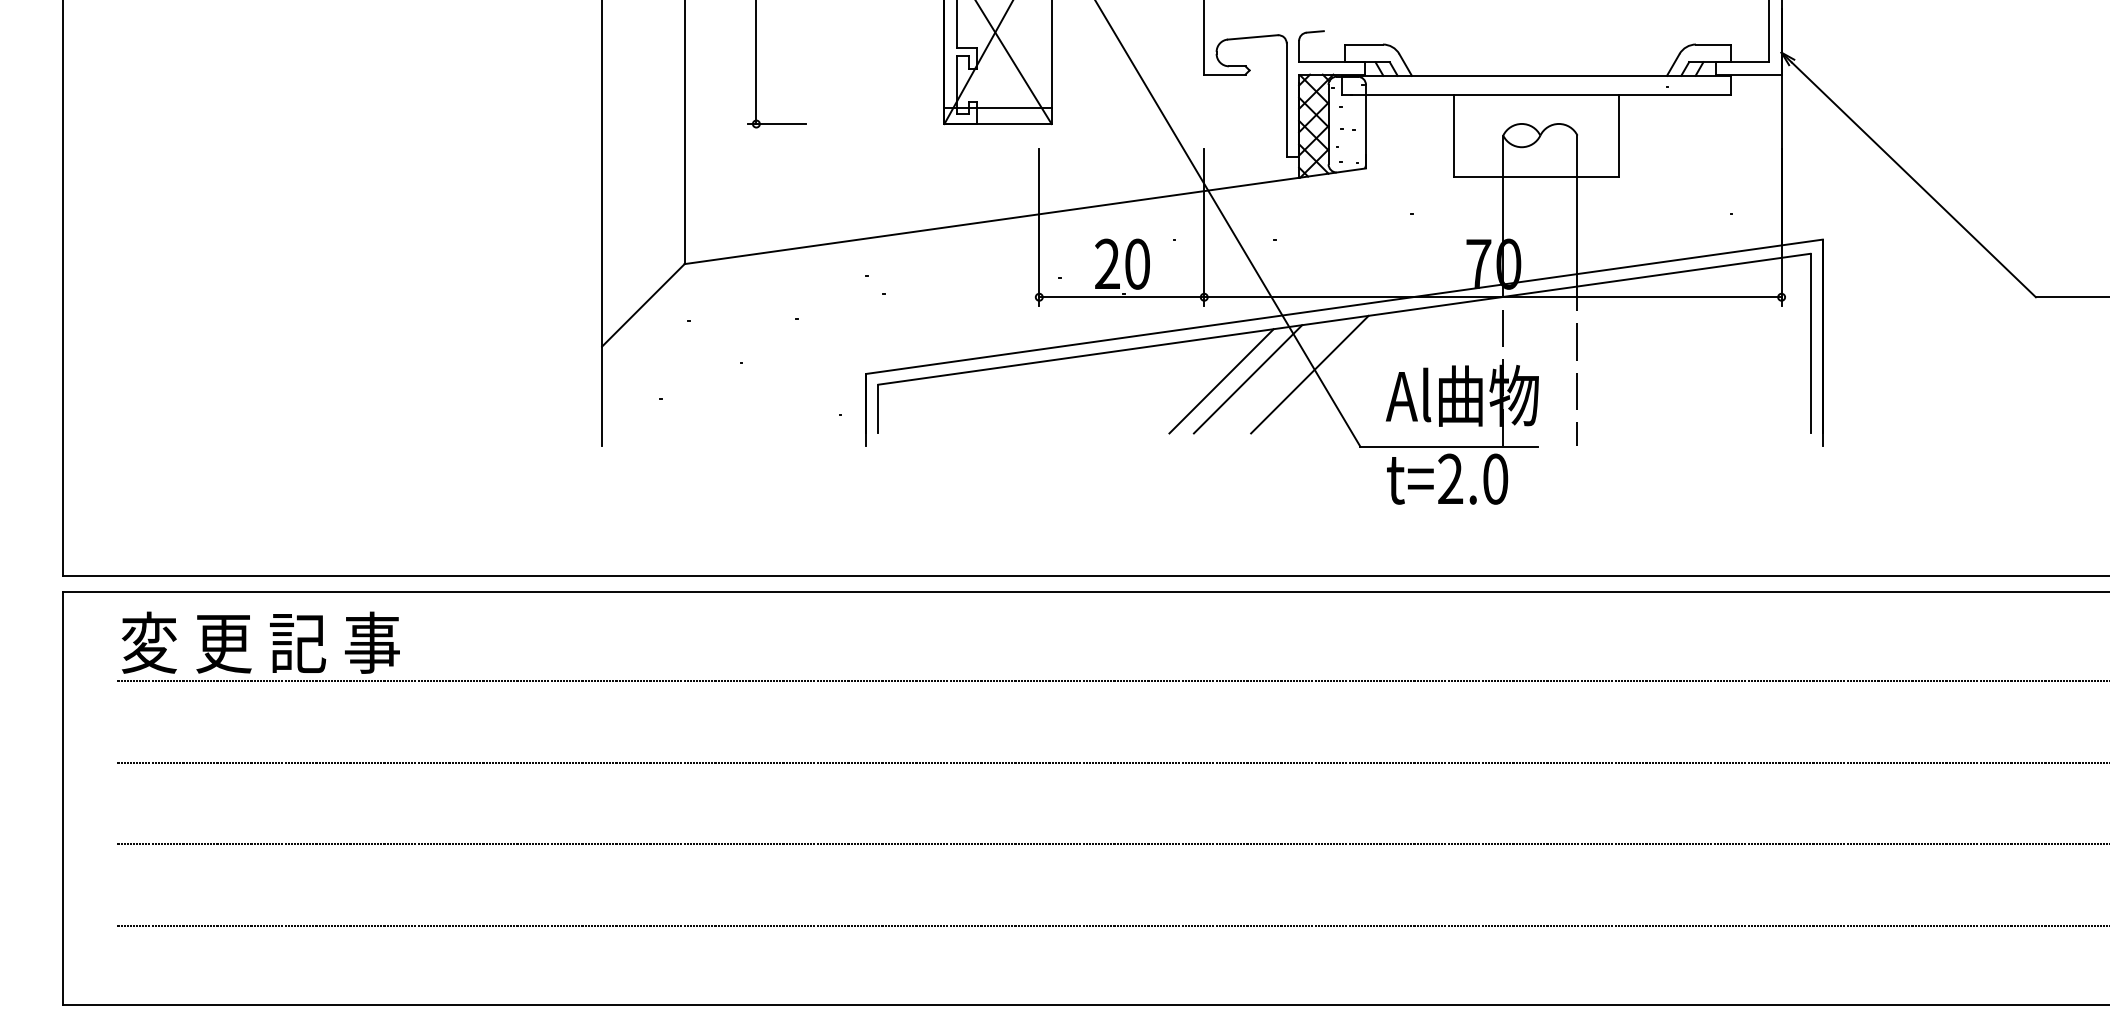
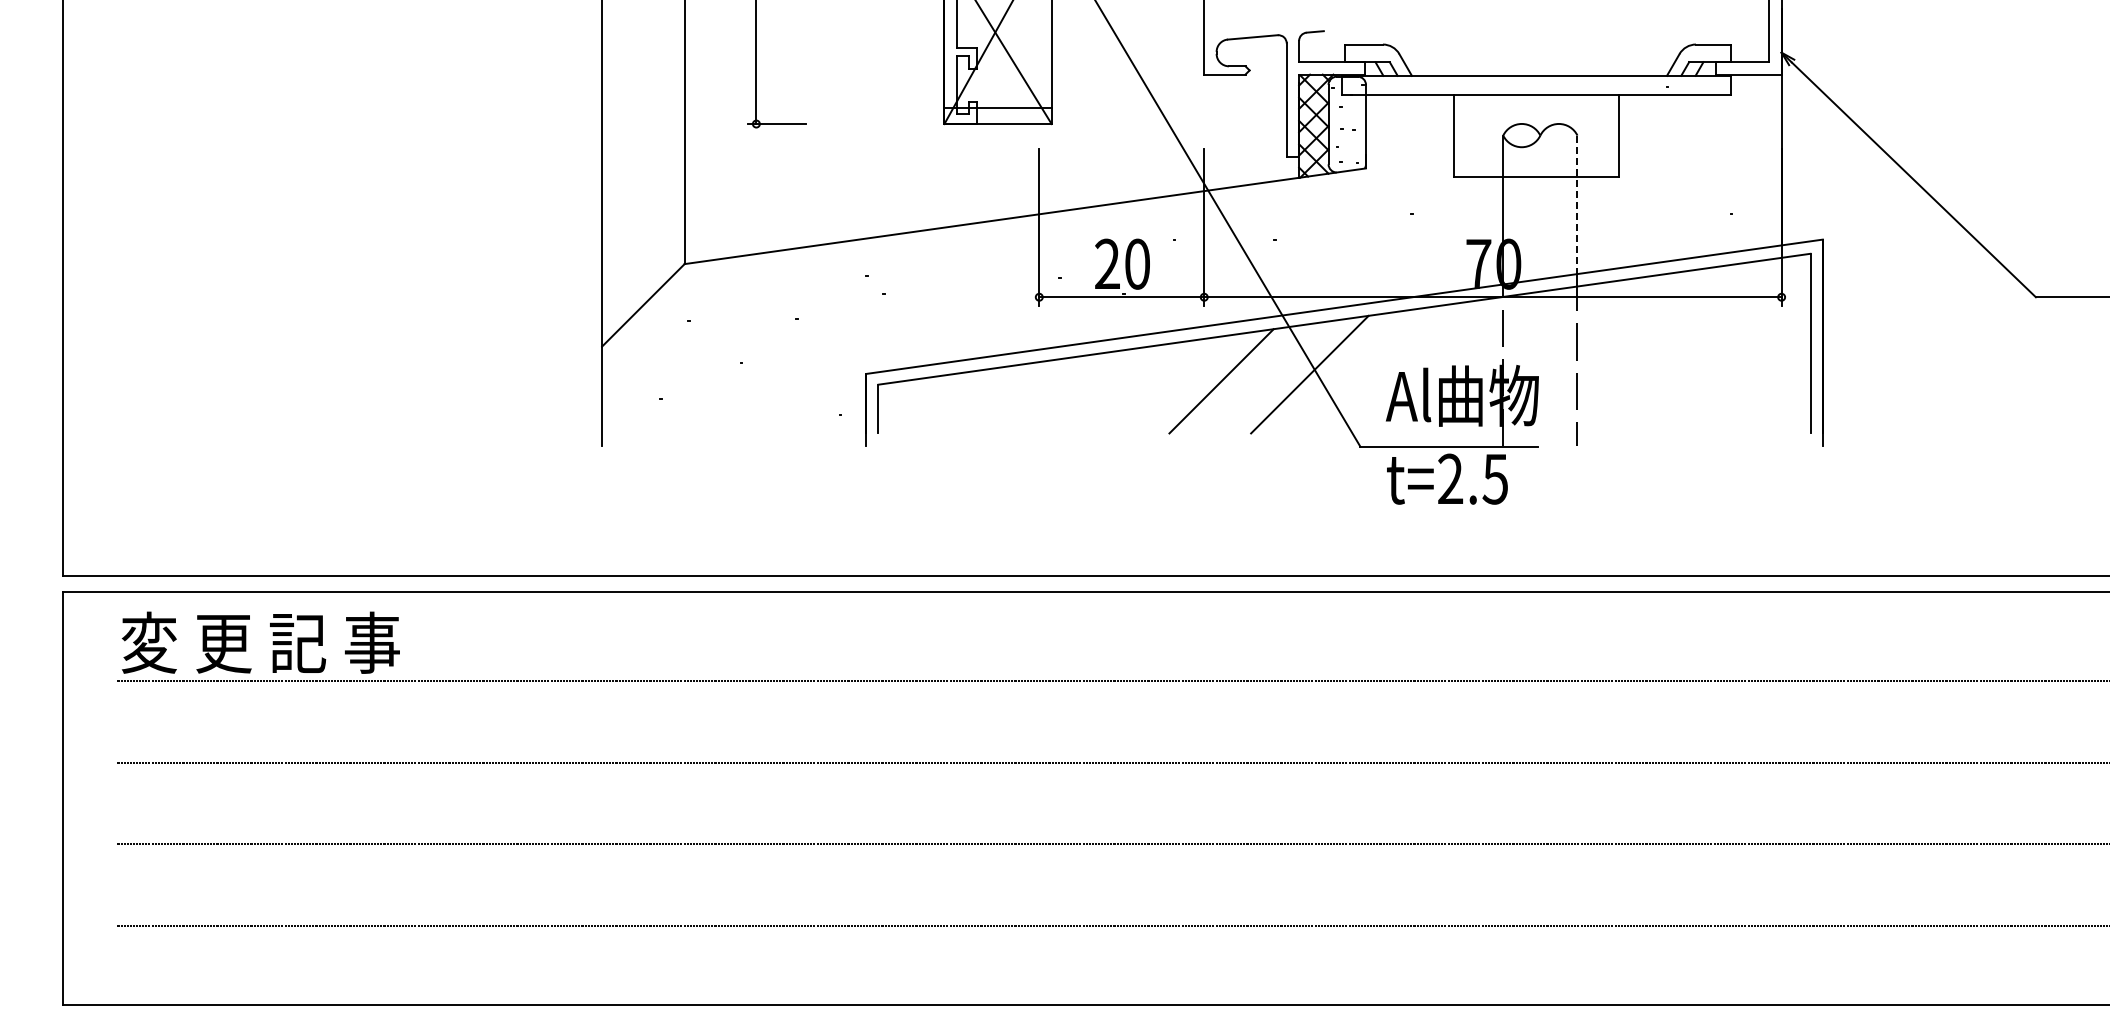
line at (1577, 205): solid -> dashed
line at (1247, 379): present -> none
text at (1495, 478): t=2.0 -> t=2.5
